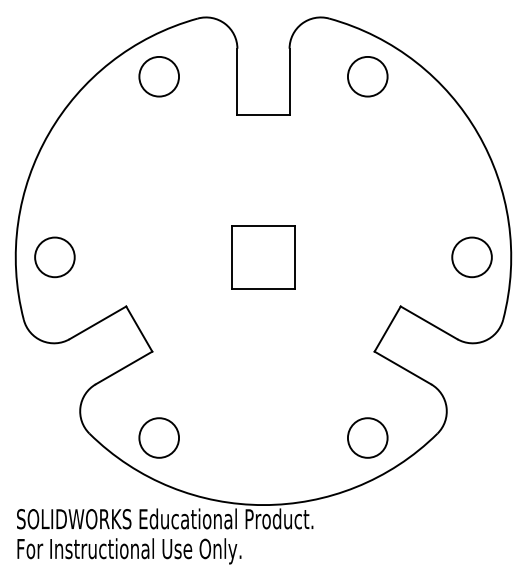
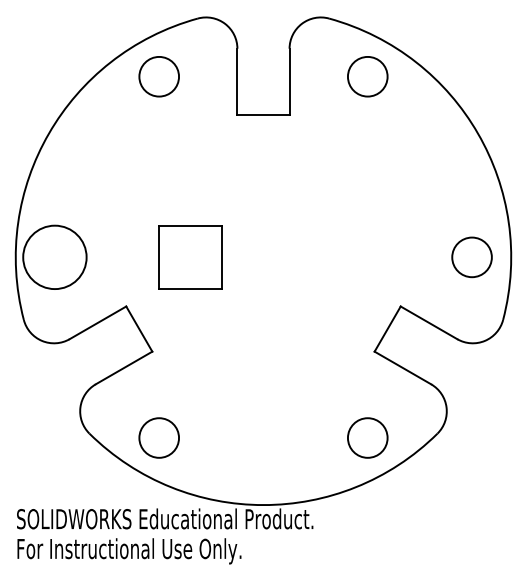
circle at (54, 257) diameter: 40 px -> 63 px
part at (263, 257) position: (263, 257) -> (190, 257)
